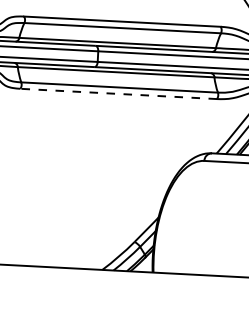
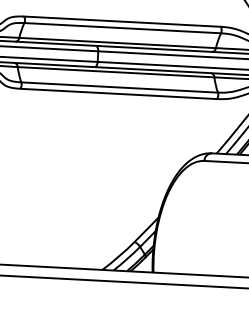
line at (118, 93): dashed -> solid
line at (123, 281): none -> present
